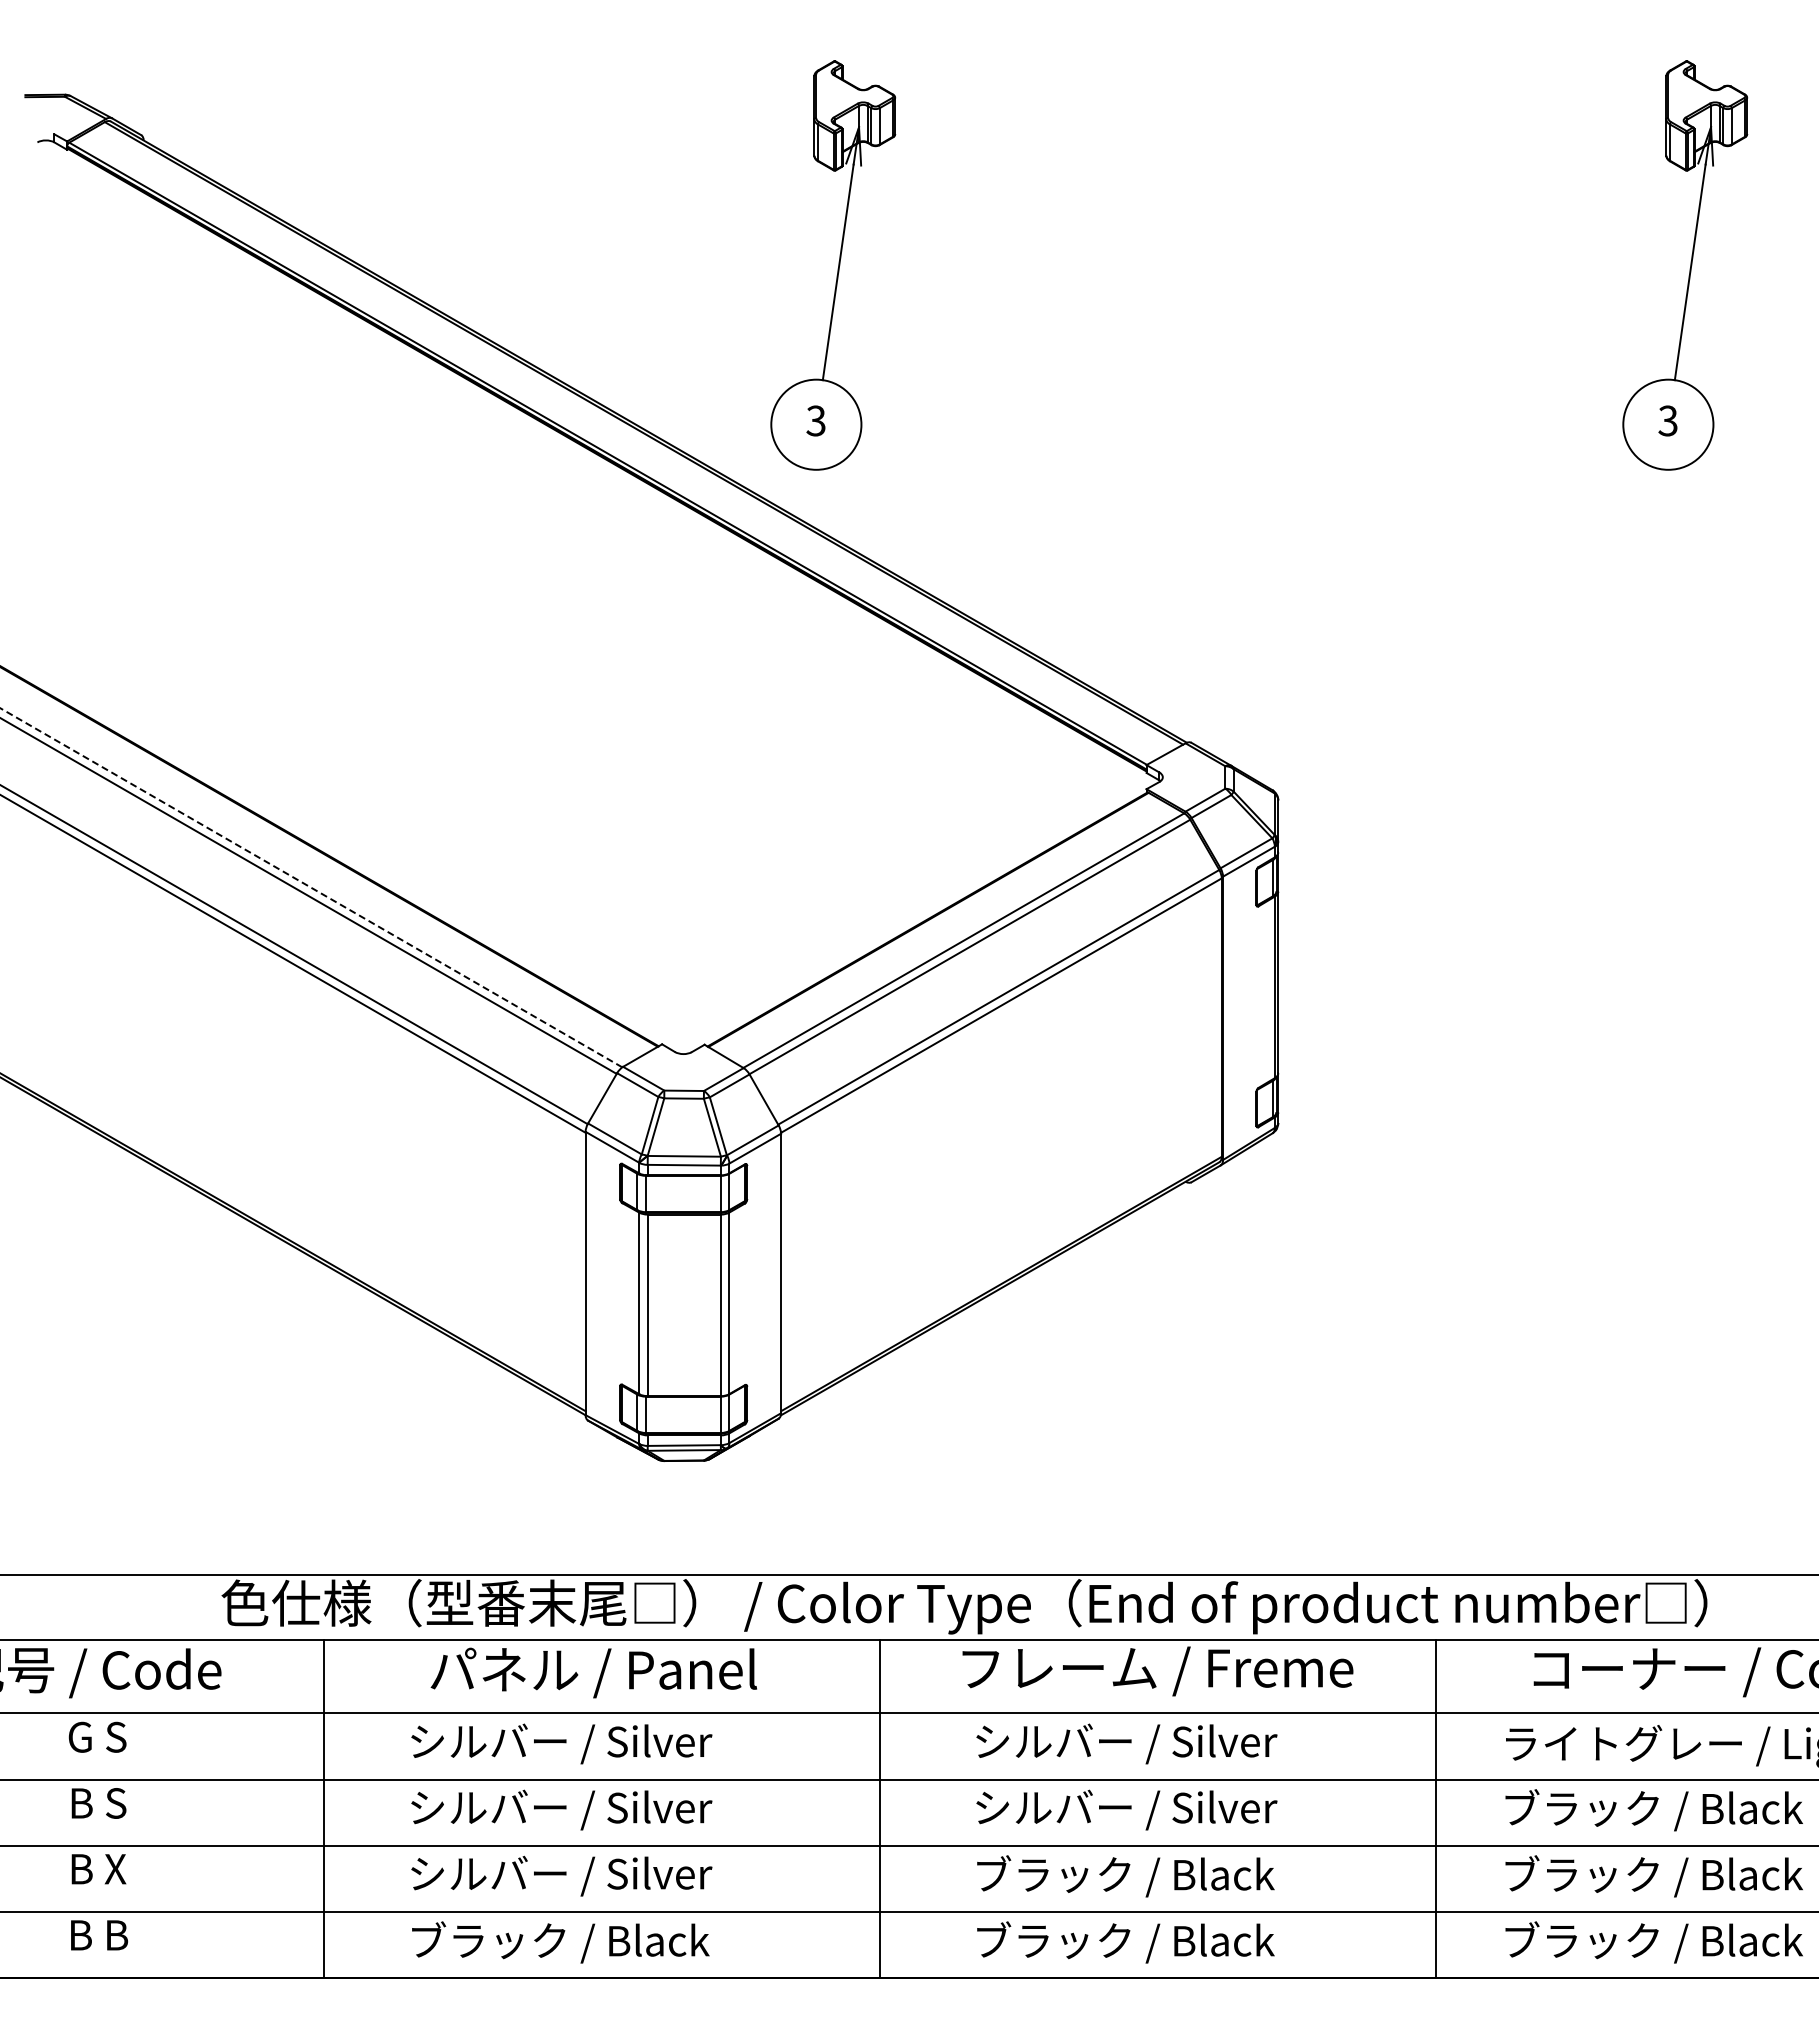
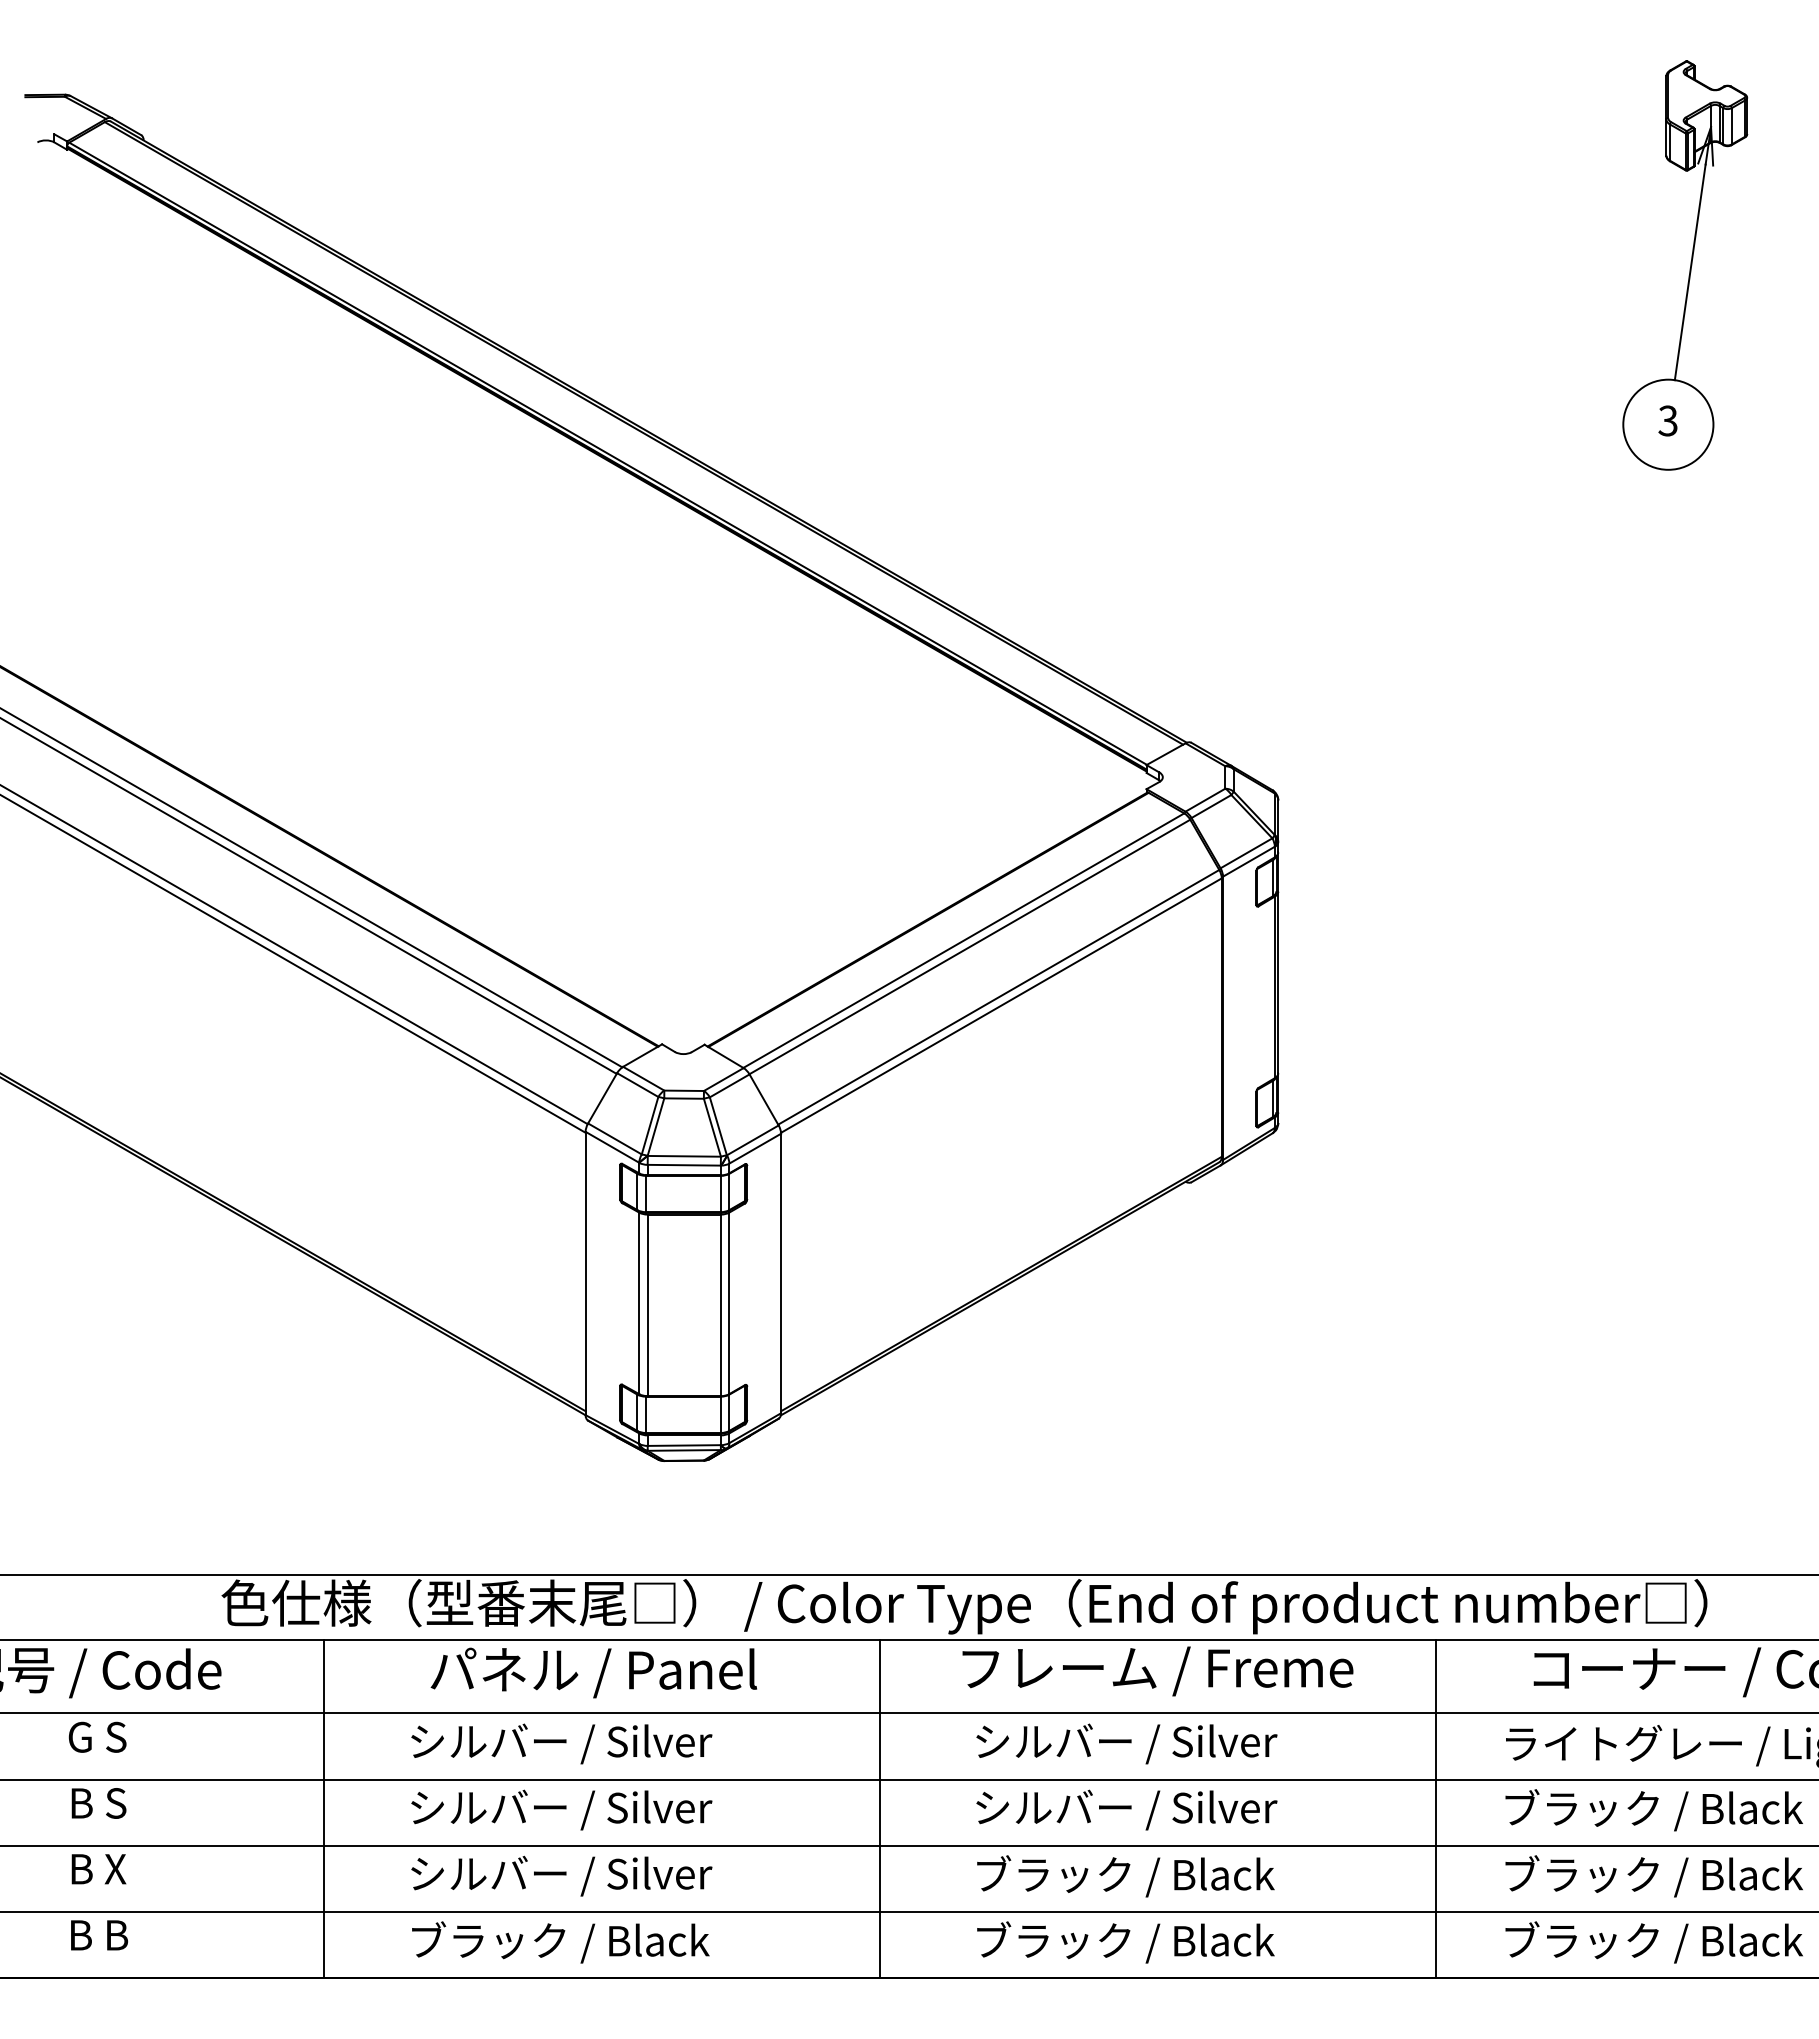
part at (833, 265): present -> none
line at (311, 887): dashed -> solid
